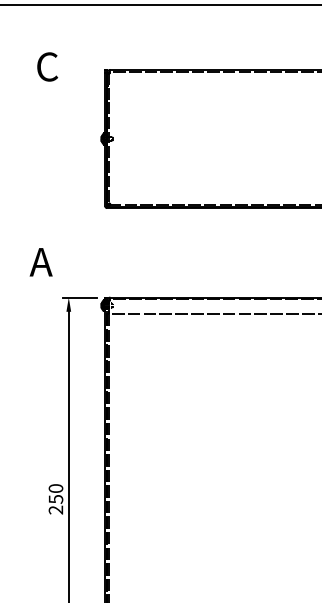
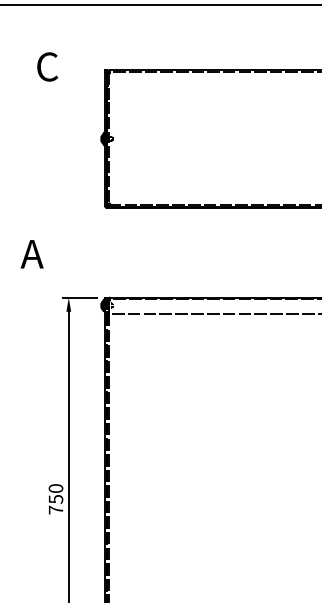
text at (40, 262) position: (40, 262) -> (31, 254)
text at (55, 509): 250 -> 750
